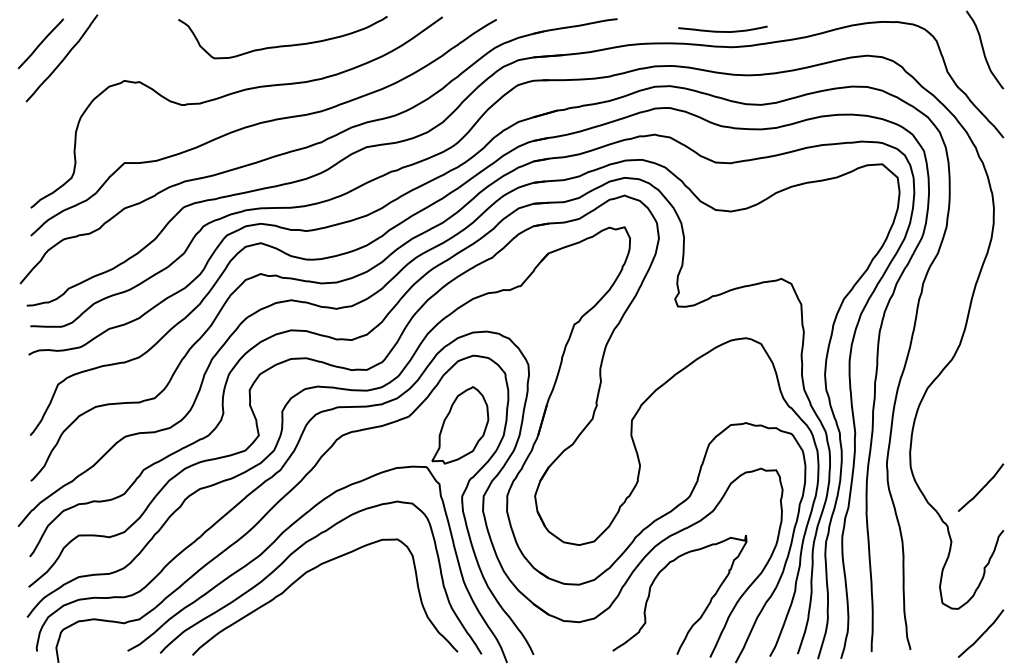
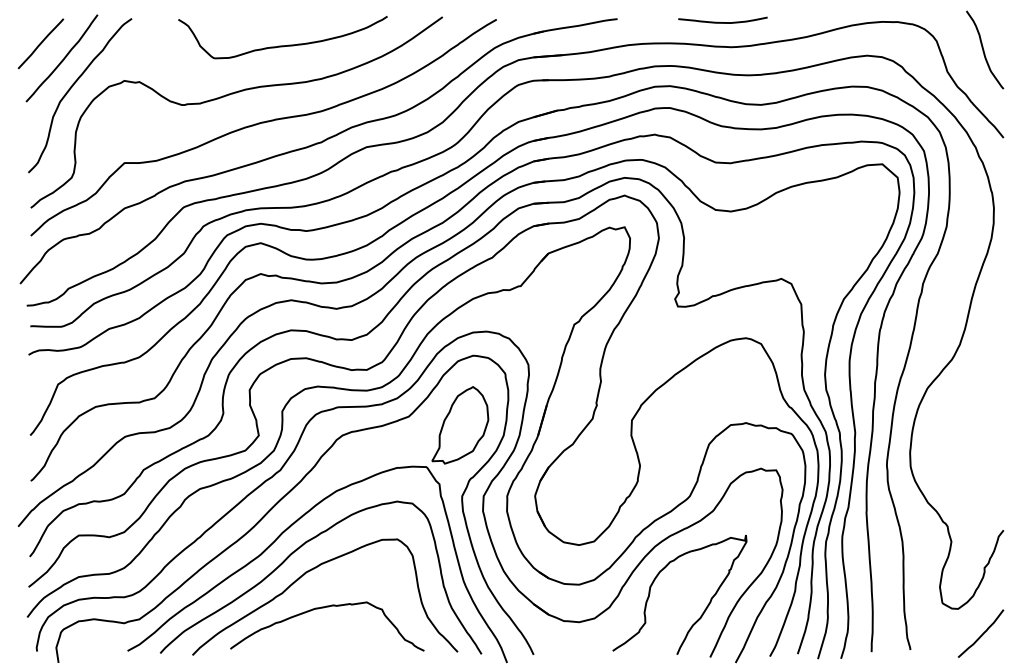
curve at (722, 31) position: (722, 31) -> (722, 22)
curve at (72, 87): none -> present
curve at (981, 488): present -> none
curve at (324, 608): none -> present
